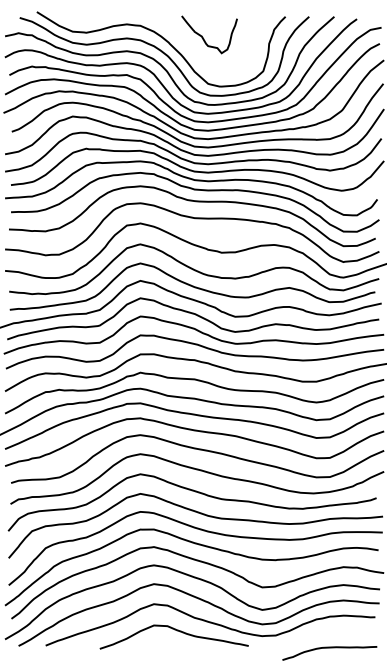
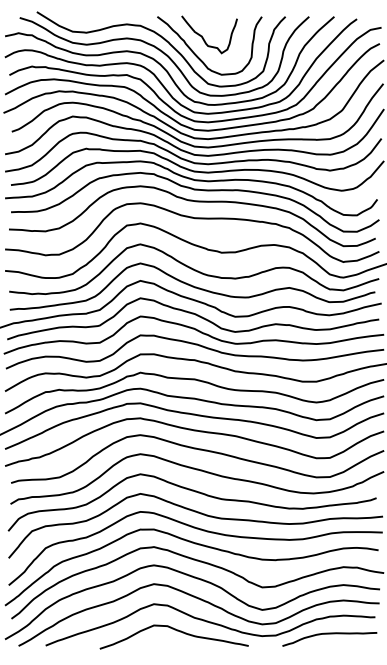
curve at (198, 56): none -> present
curve at (329, 648) position: (329, 648) -> (329, 634)
